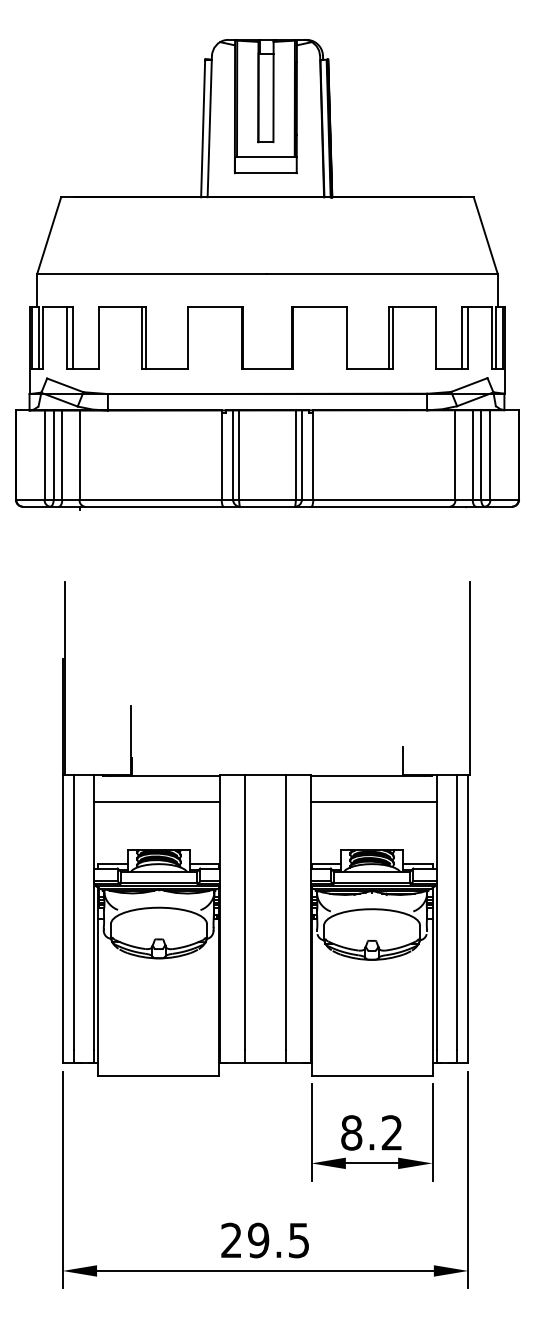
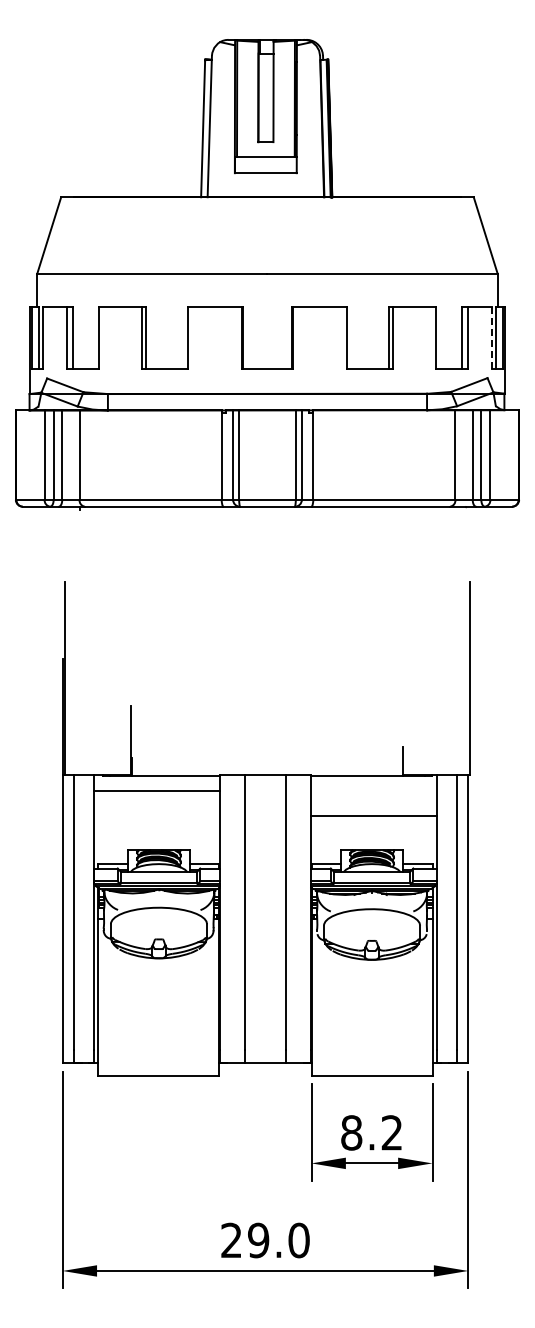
line at (491, 338): solid -> dashed
line at (156, 802) position: (156, 802) -> (156, 791)
line at (373, 802) position: (373, 802) -> (373, 816)
text at (298, 1240): 29.5 -> 29.0
